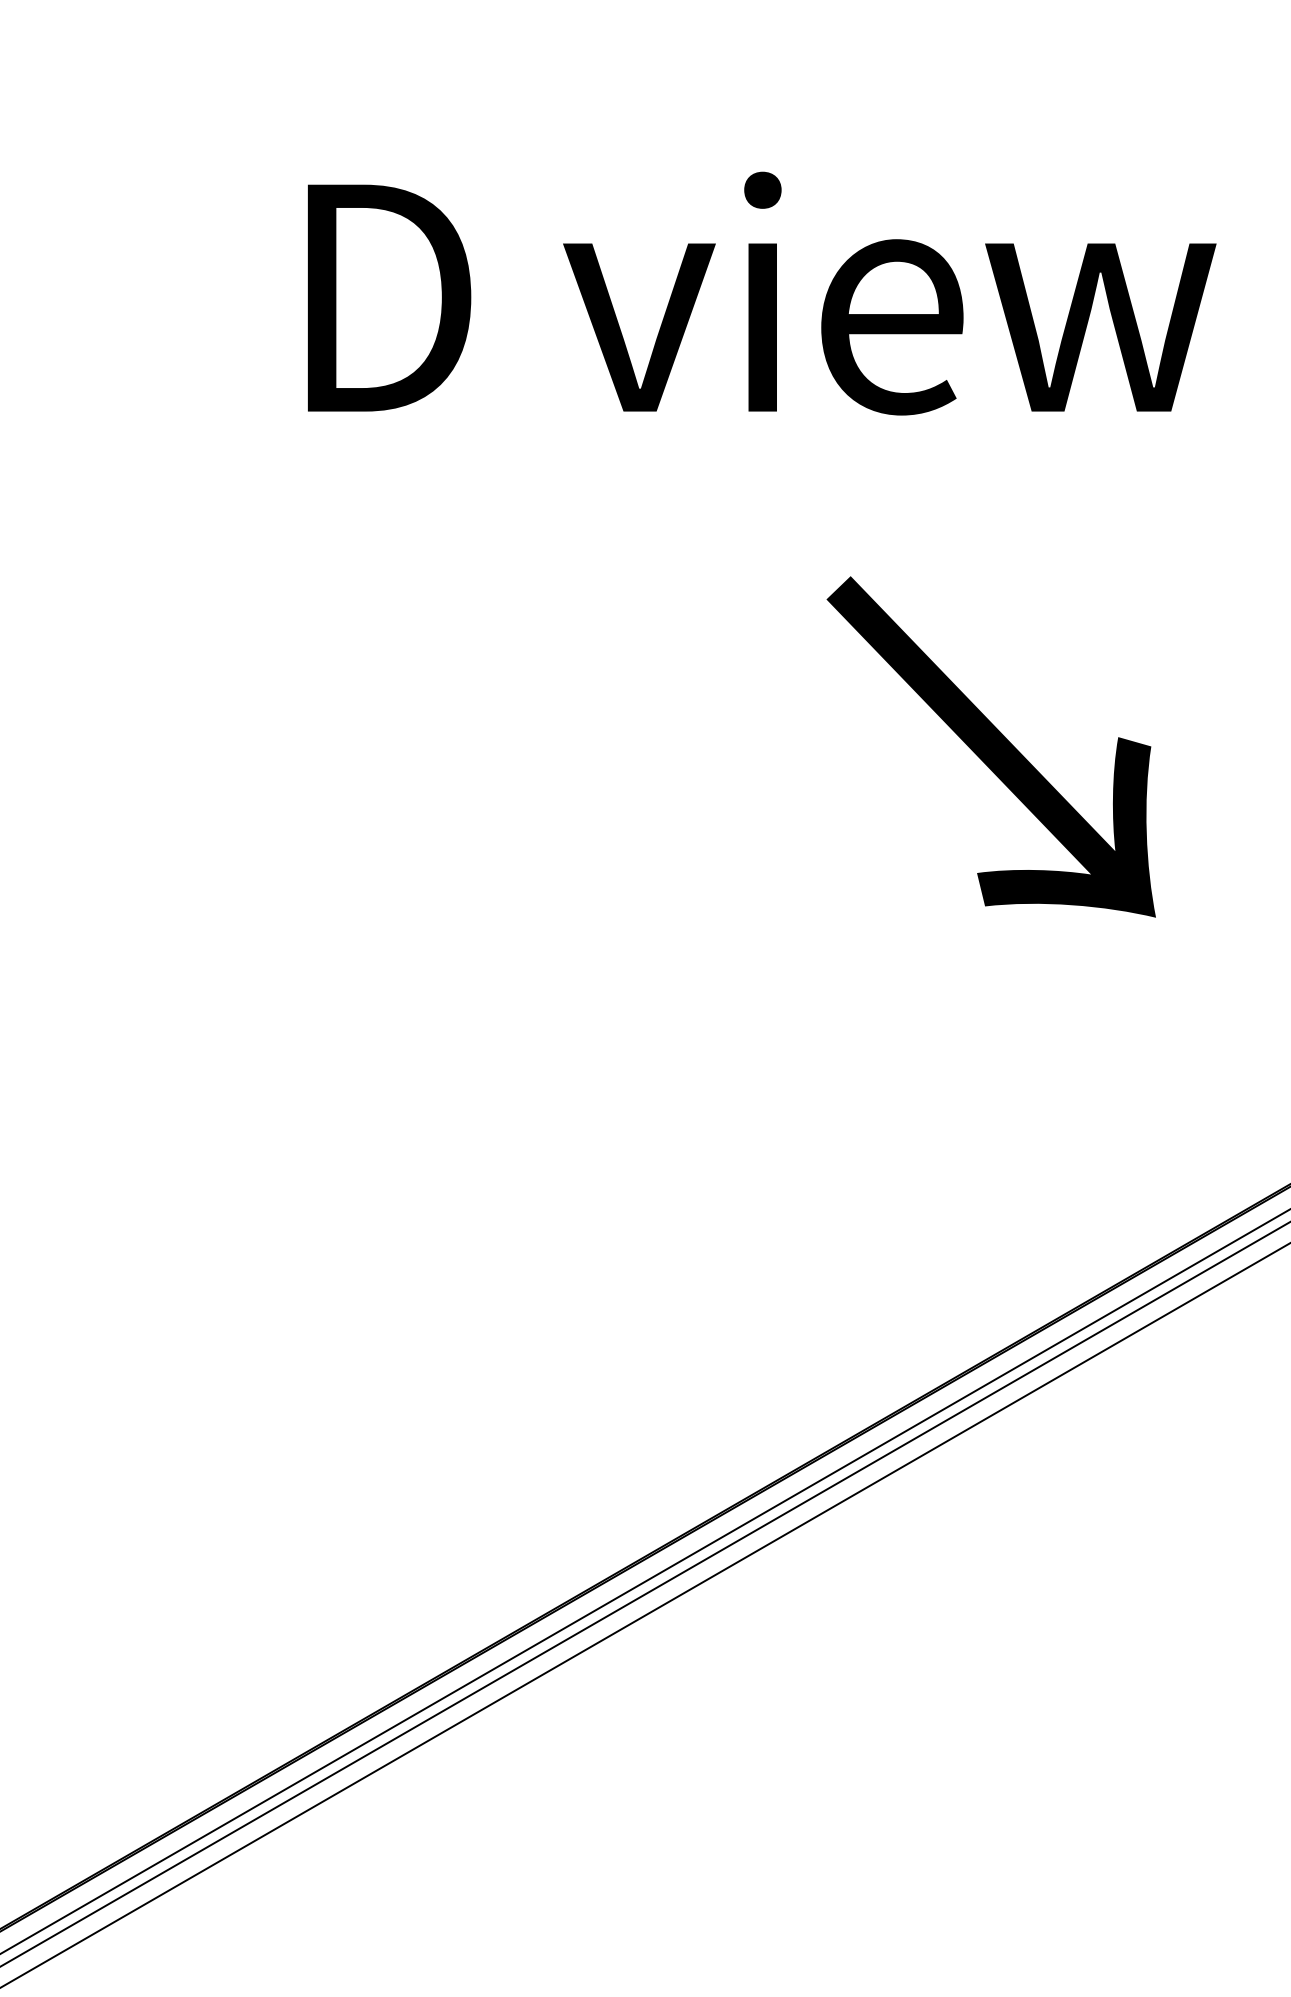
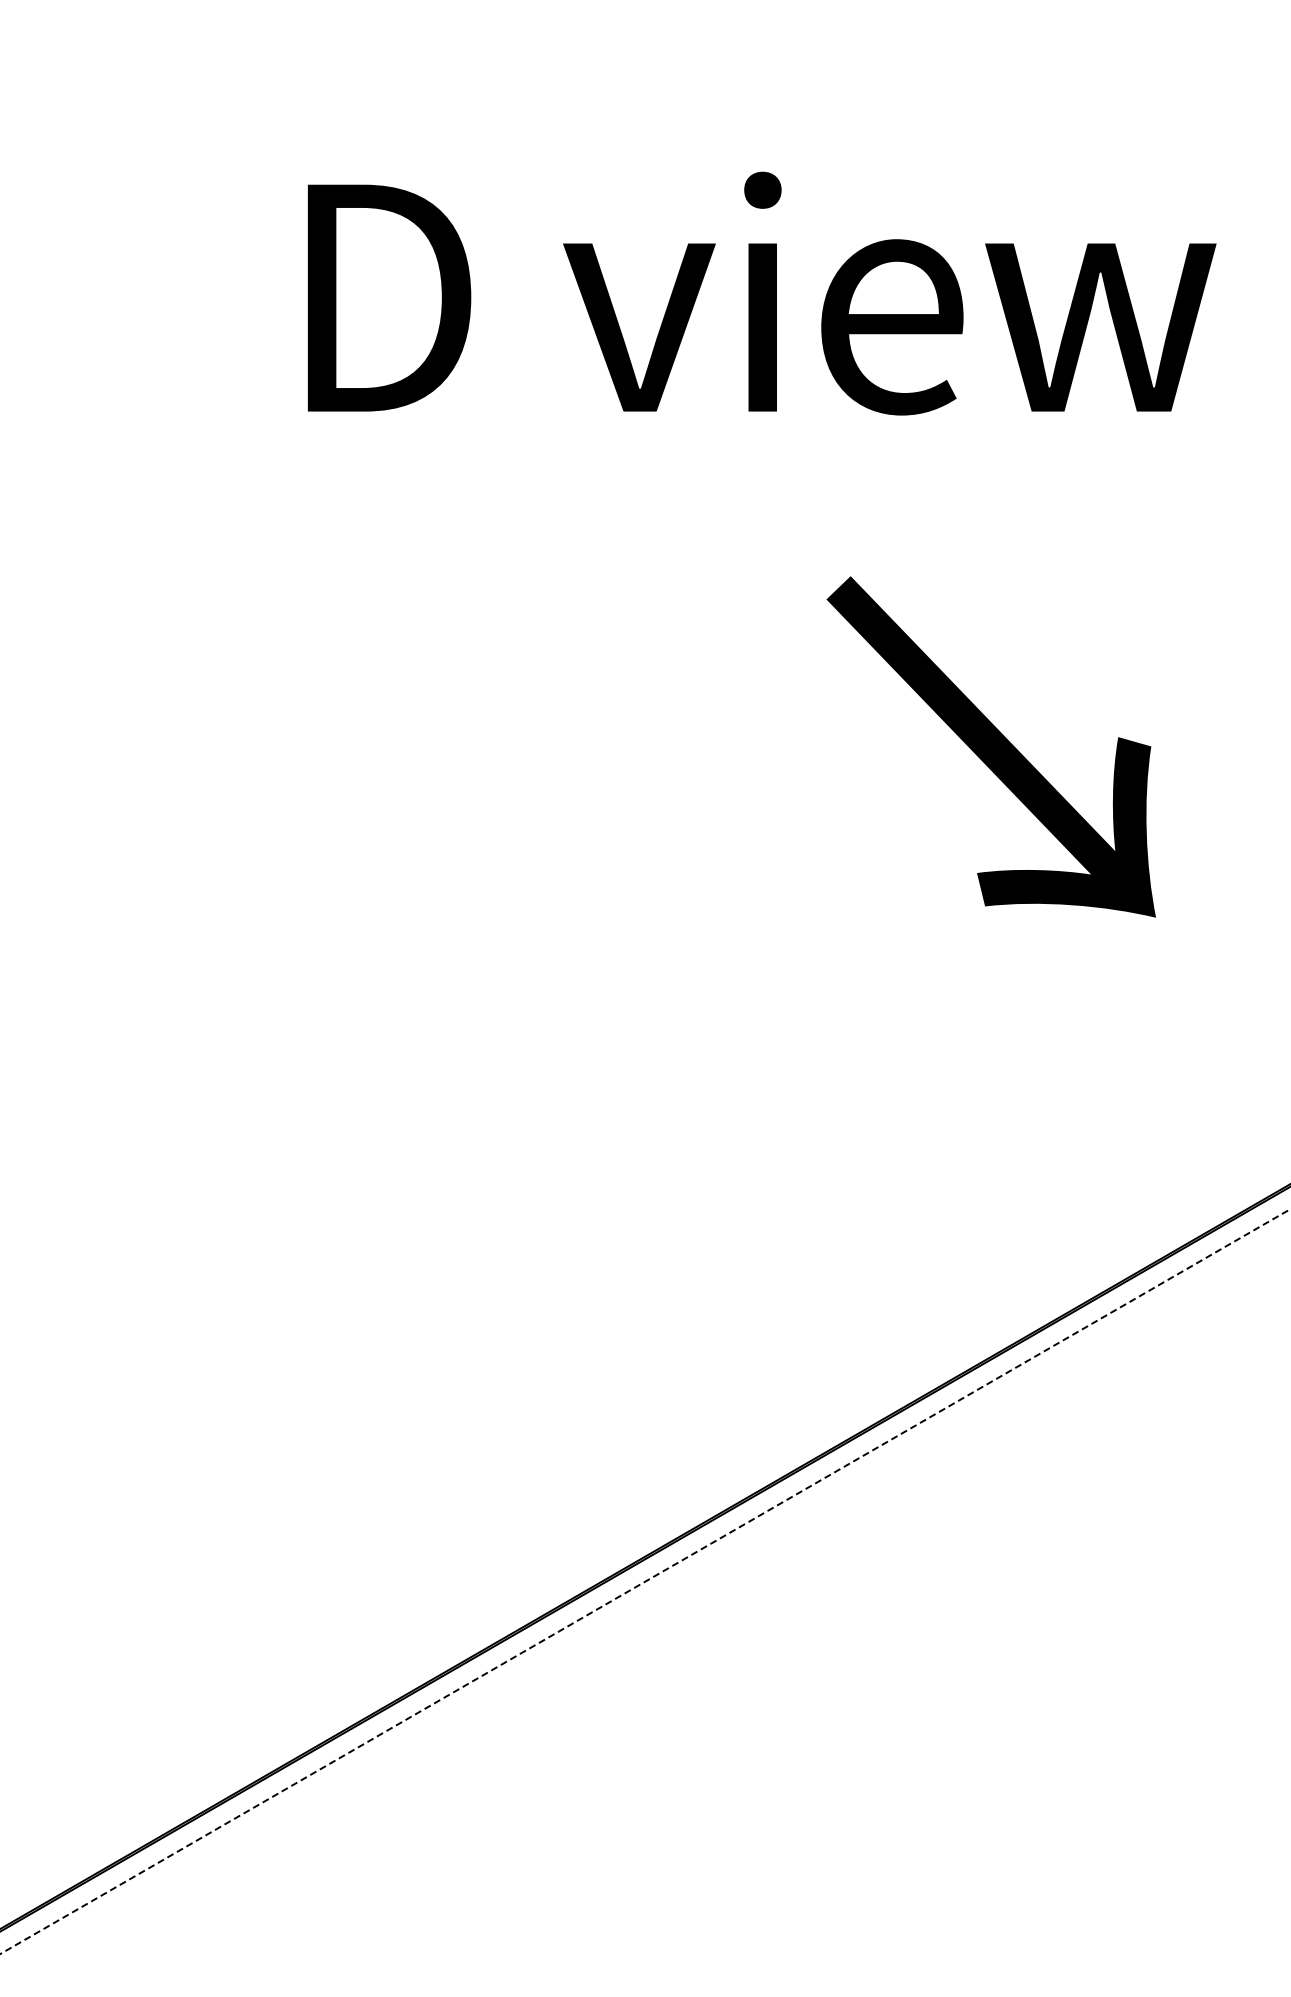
line at (644, 1581): solid -> dashed
line at (644, 1594): present -> none
line at (644, 1615): present -> none
